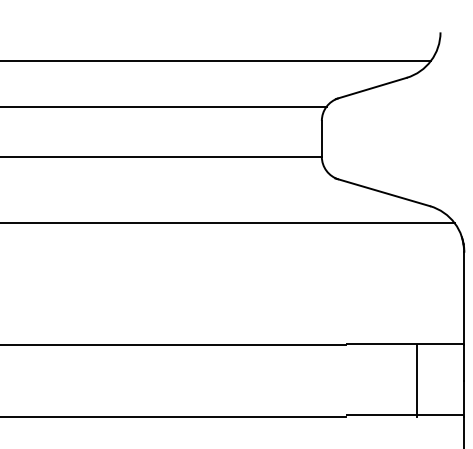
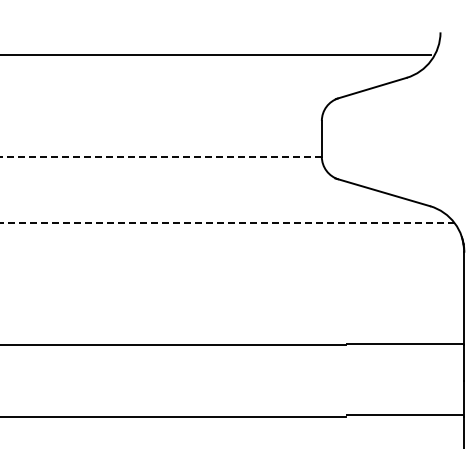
line at (216, 60) position: (216, 60) -> (216, 54)
line at (164, 106): present -> none
line at (161, 156): solid -> dashed
line at (227, 223): solid -> dashed
line at (416, 380): present -> none
